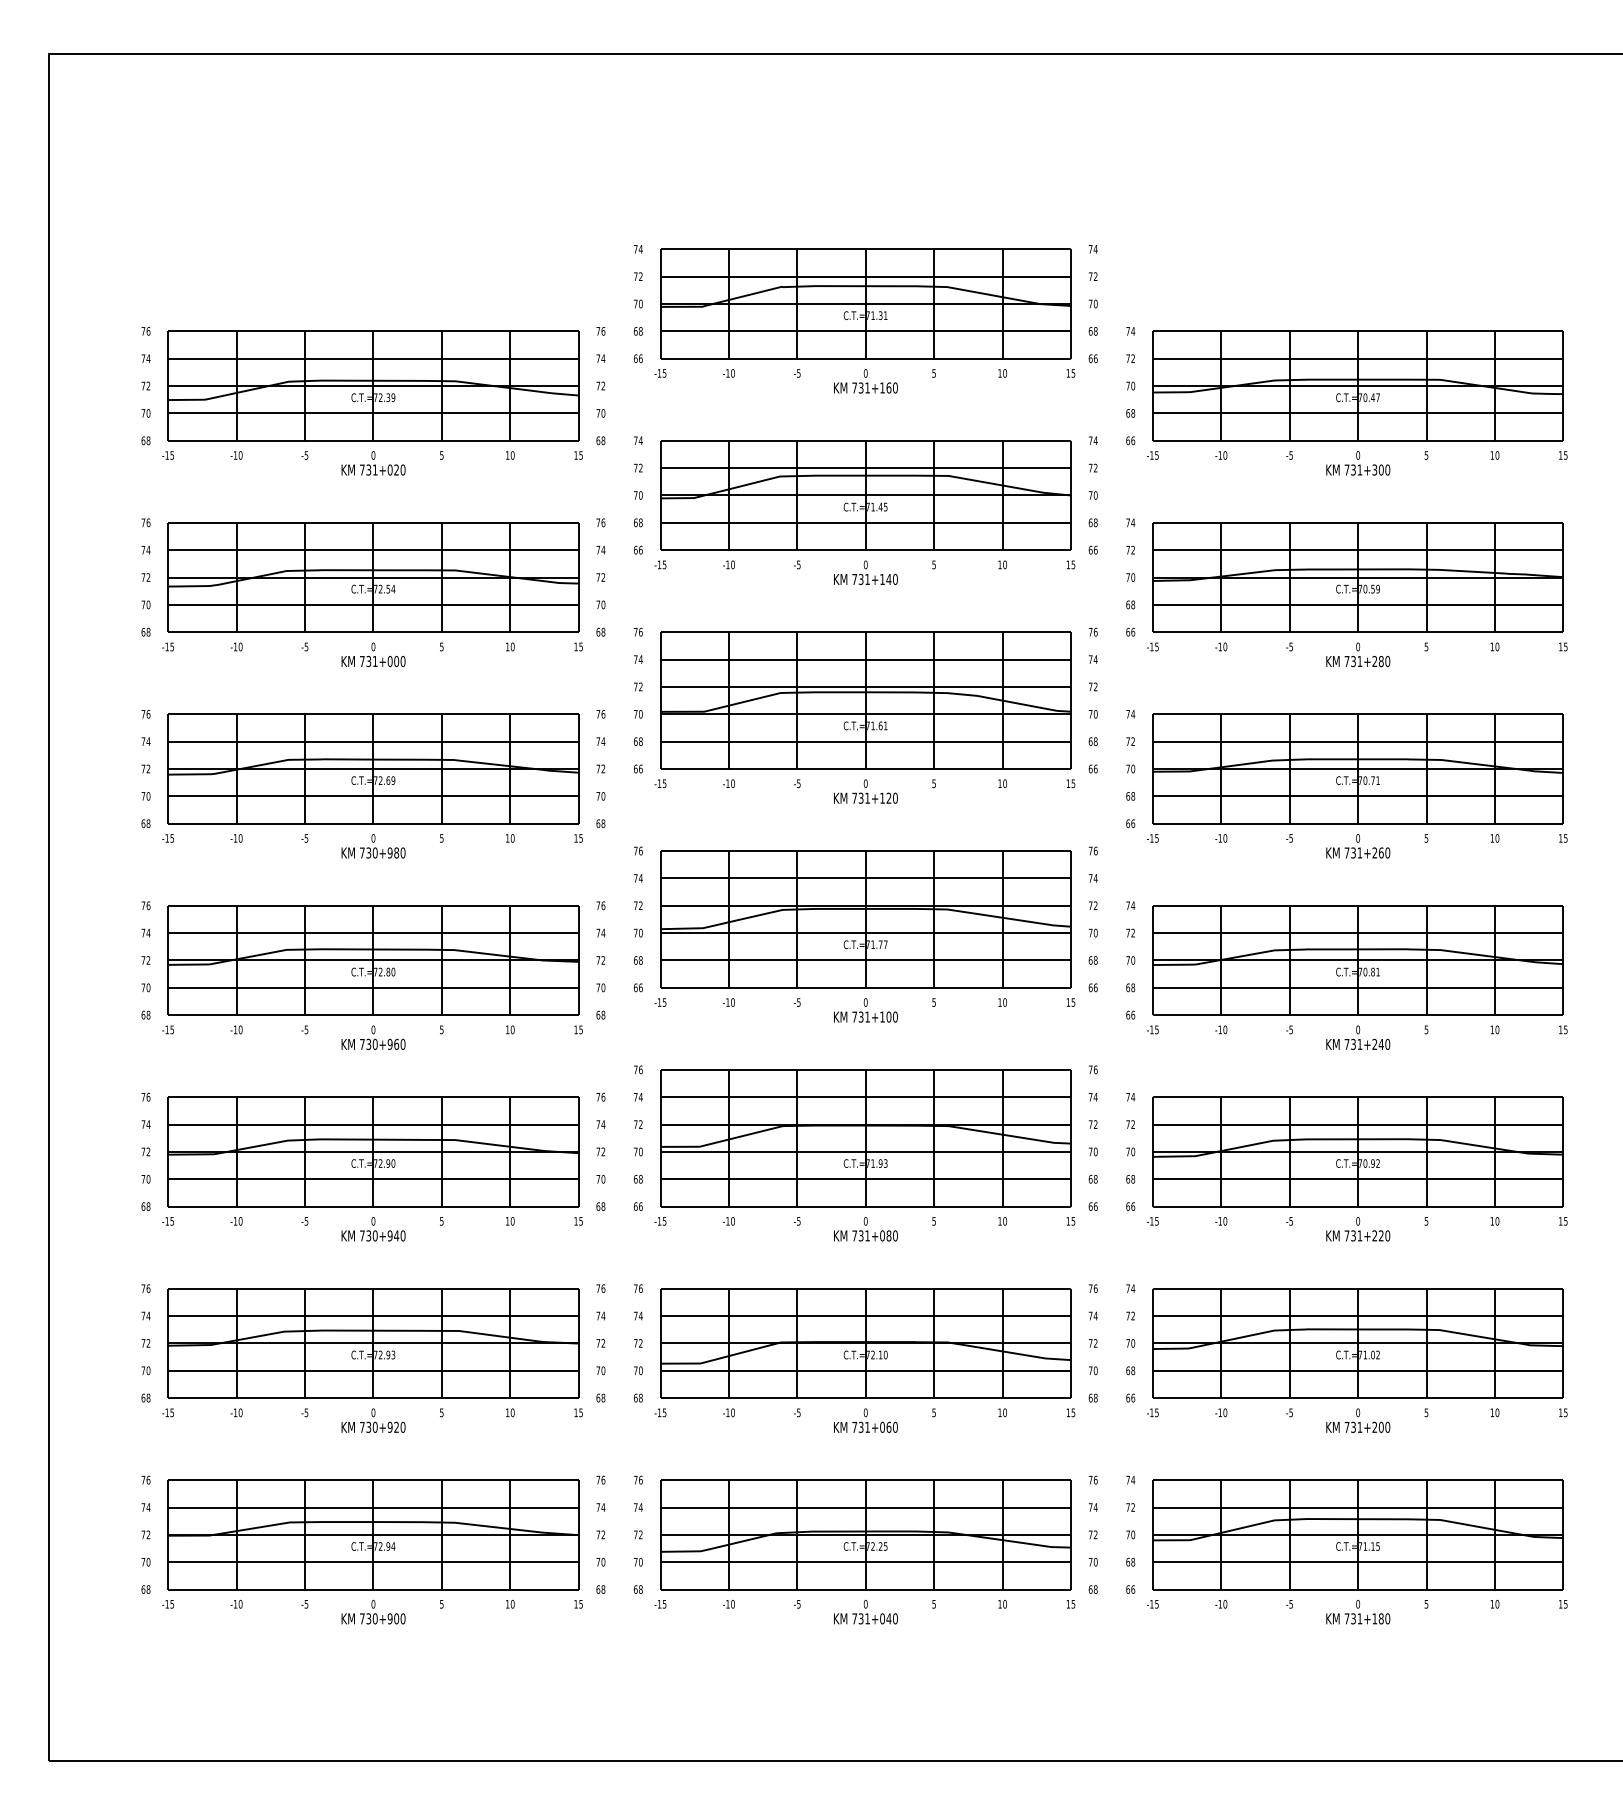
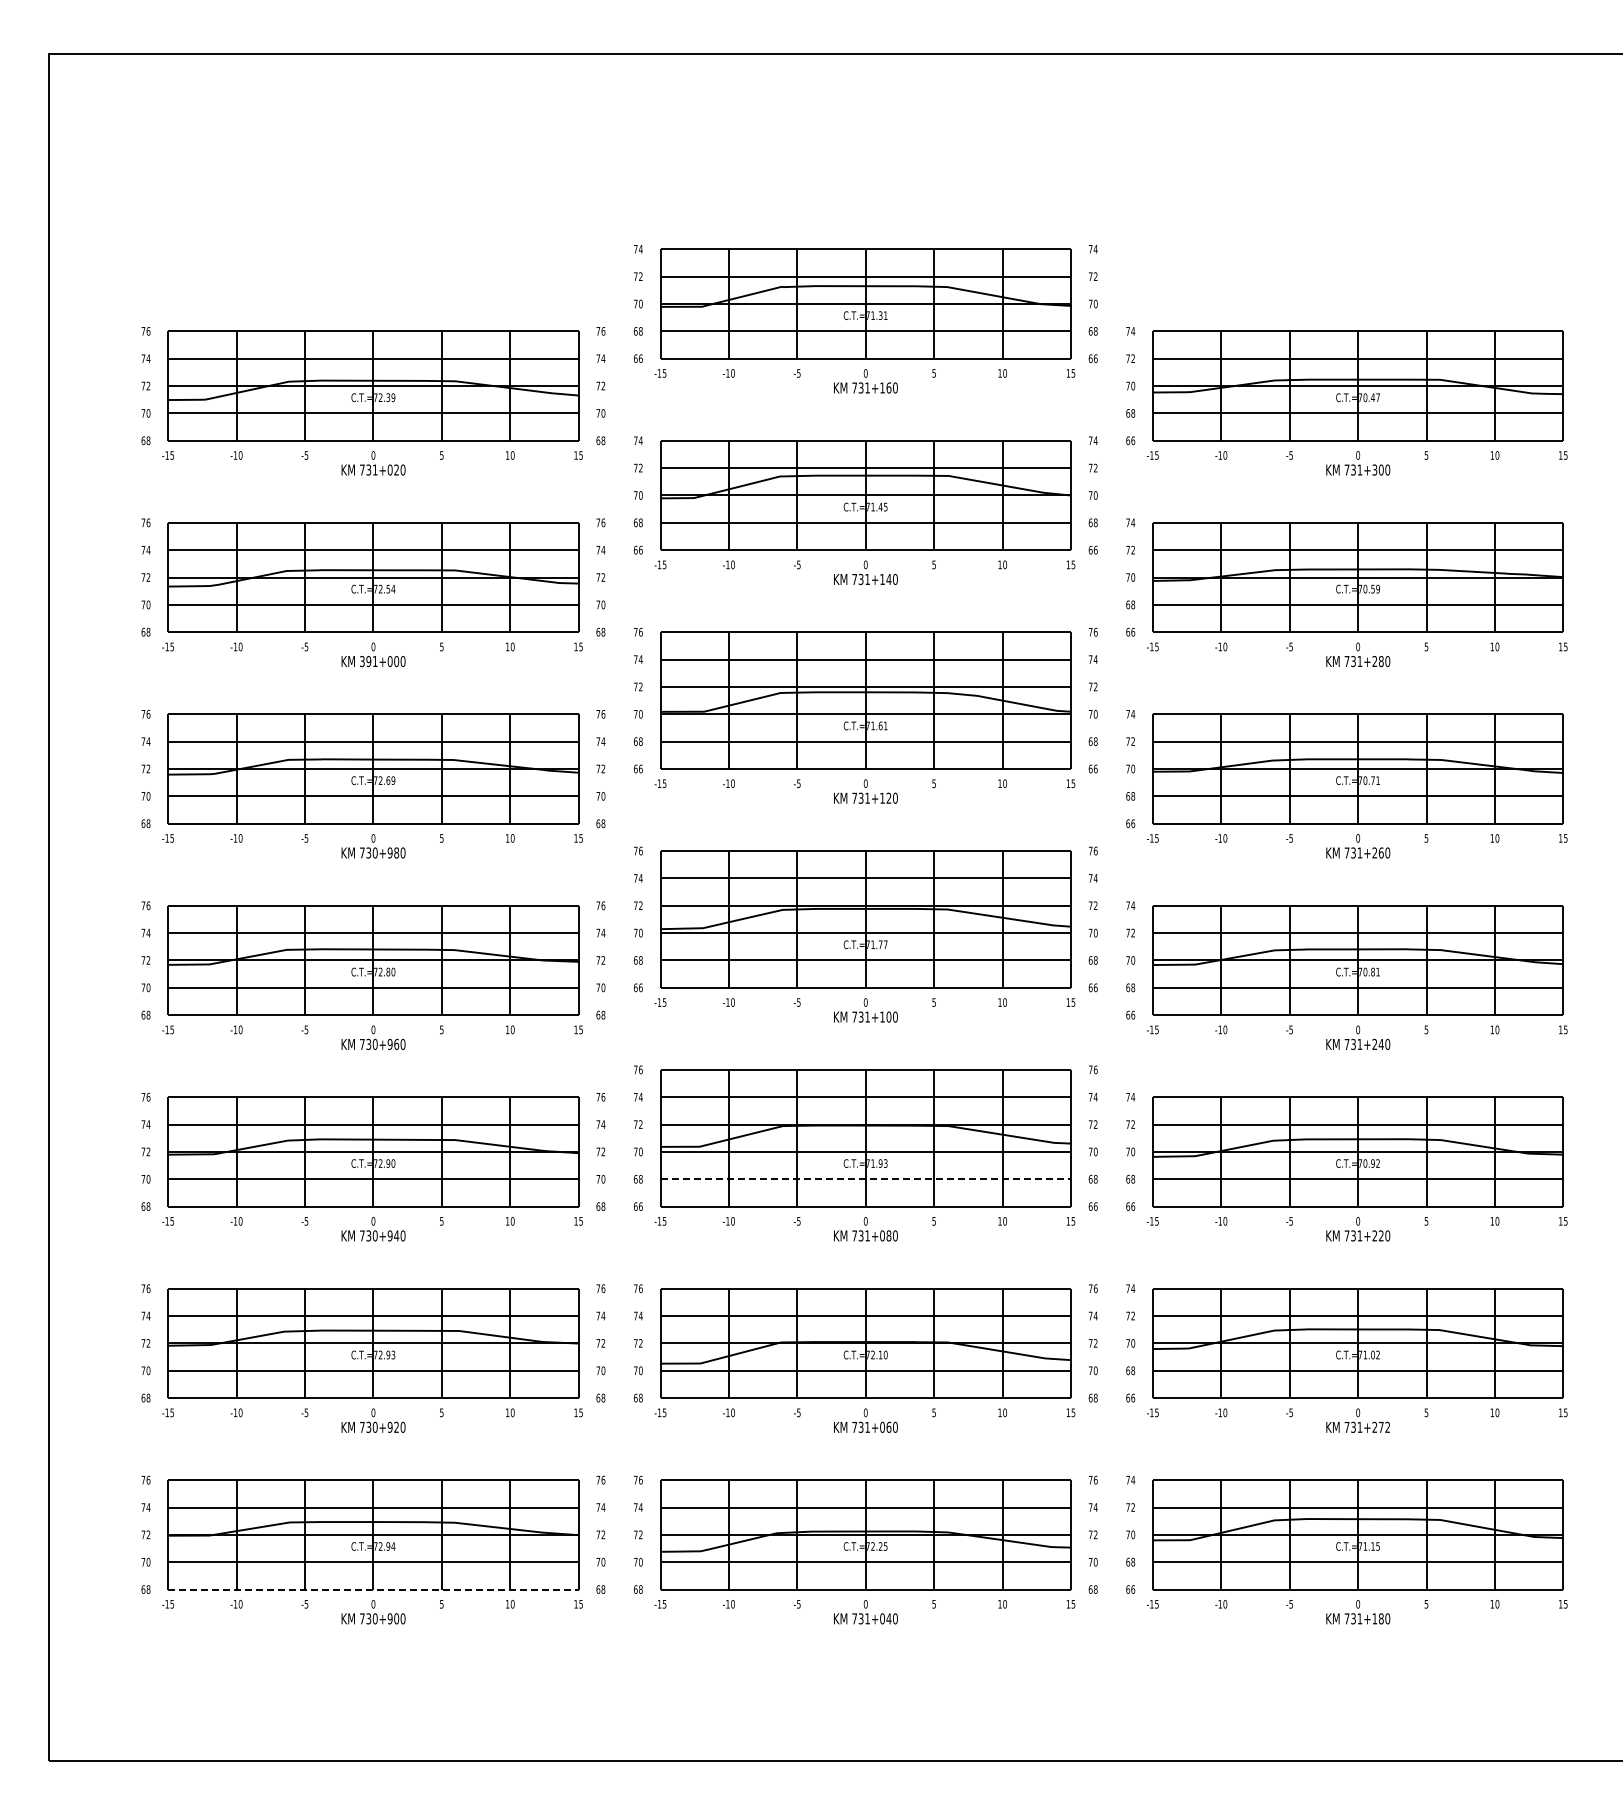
text at (365, 661): 731+000 -> 391+000
line at (866, 1179): solid -> dashed
text at (1384, 1426): 731+200 -> 731+272
line at (373, 1589): solid -> dashed
